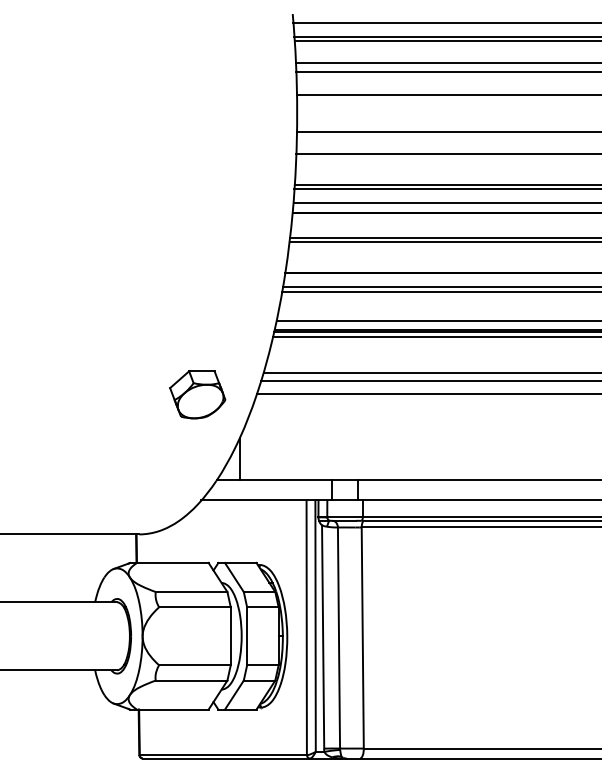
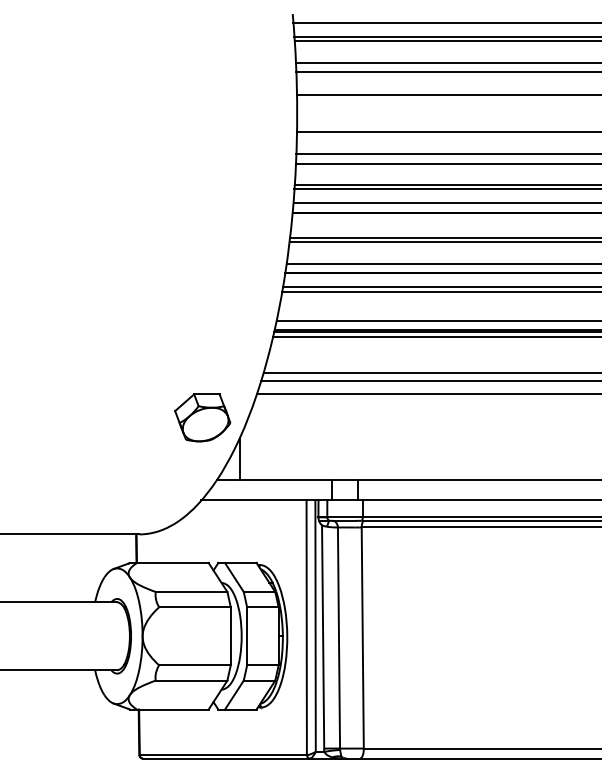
line at (446, 163): none -> present
line at (442, 263): none -> present
part at (197, 394) position: (197, 394) -> (202, 417)
